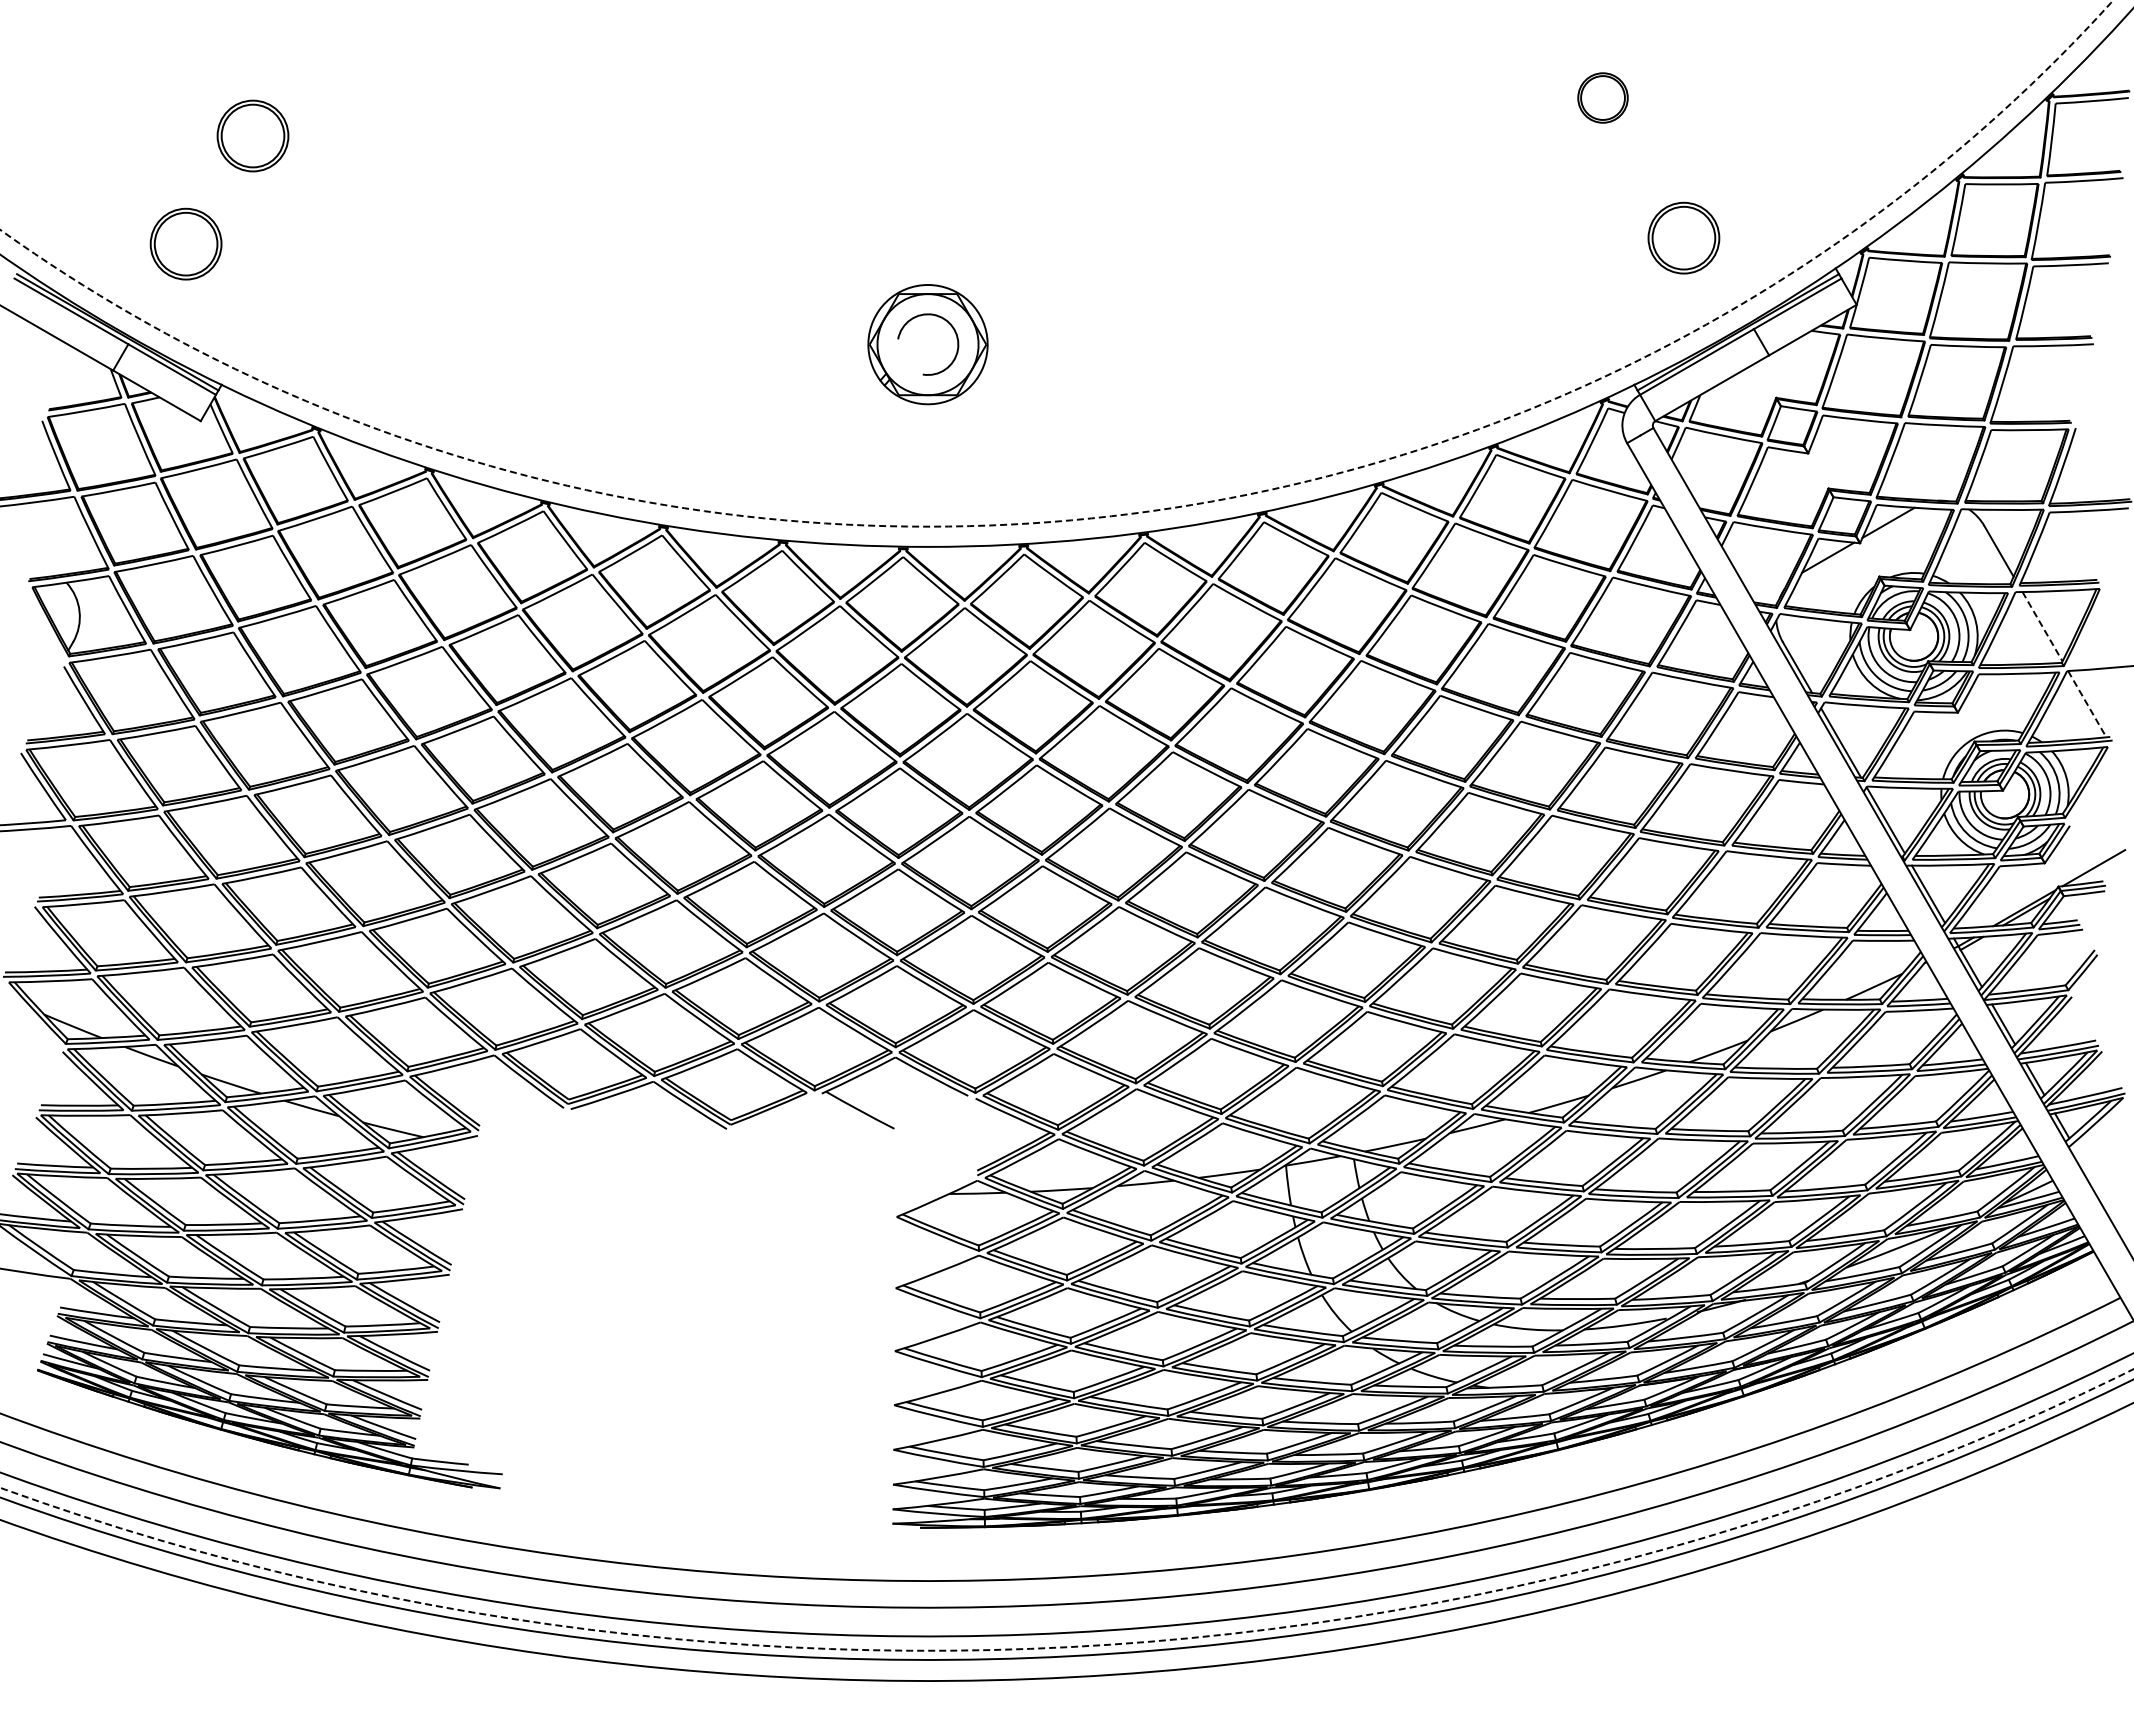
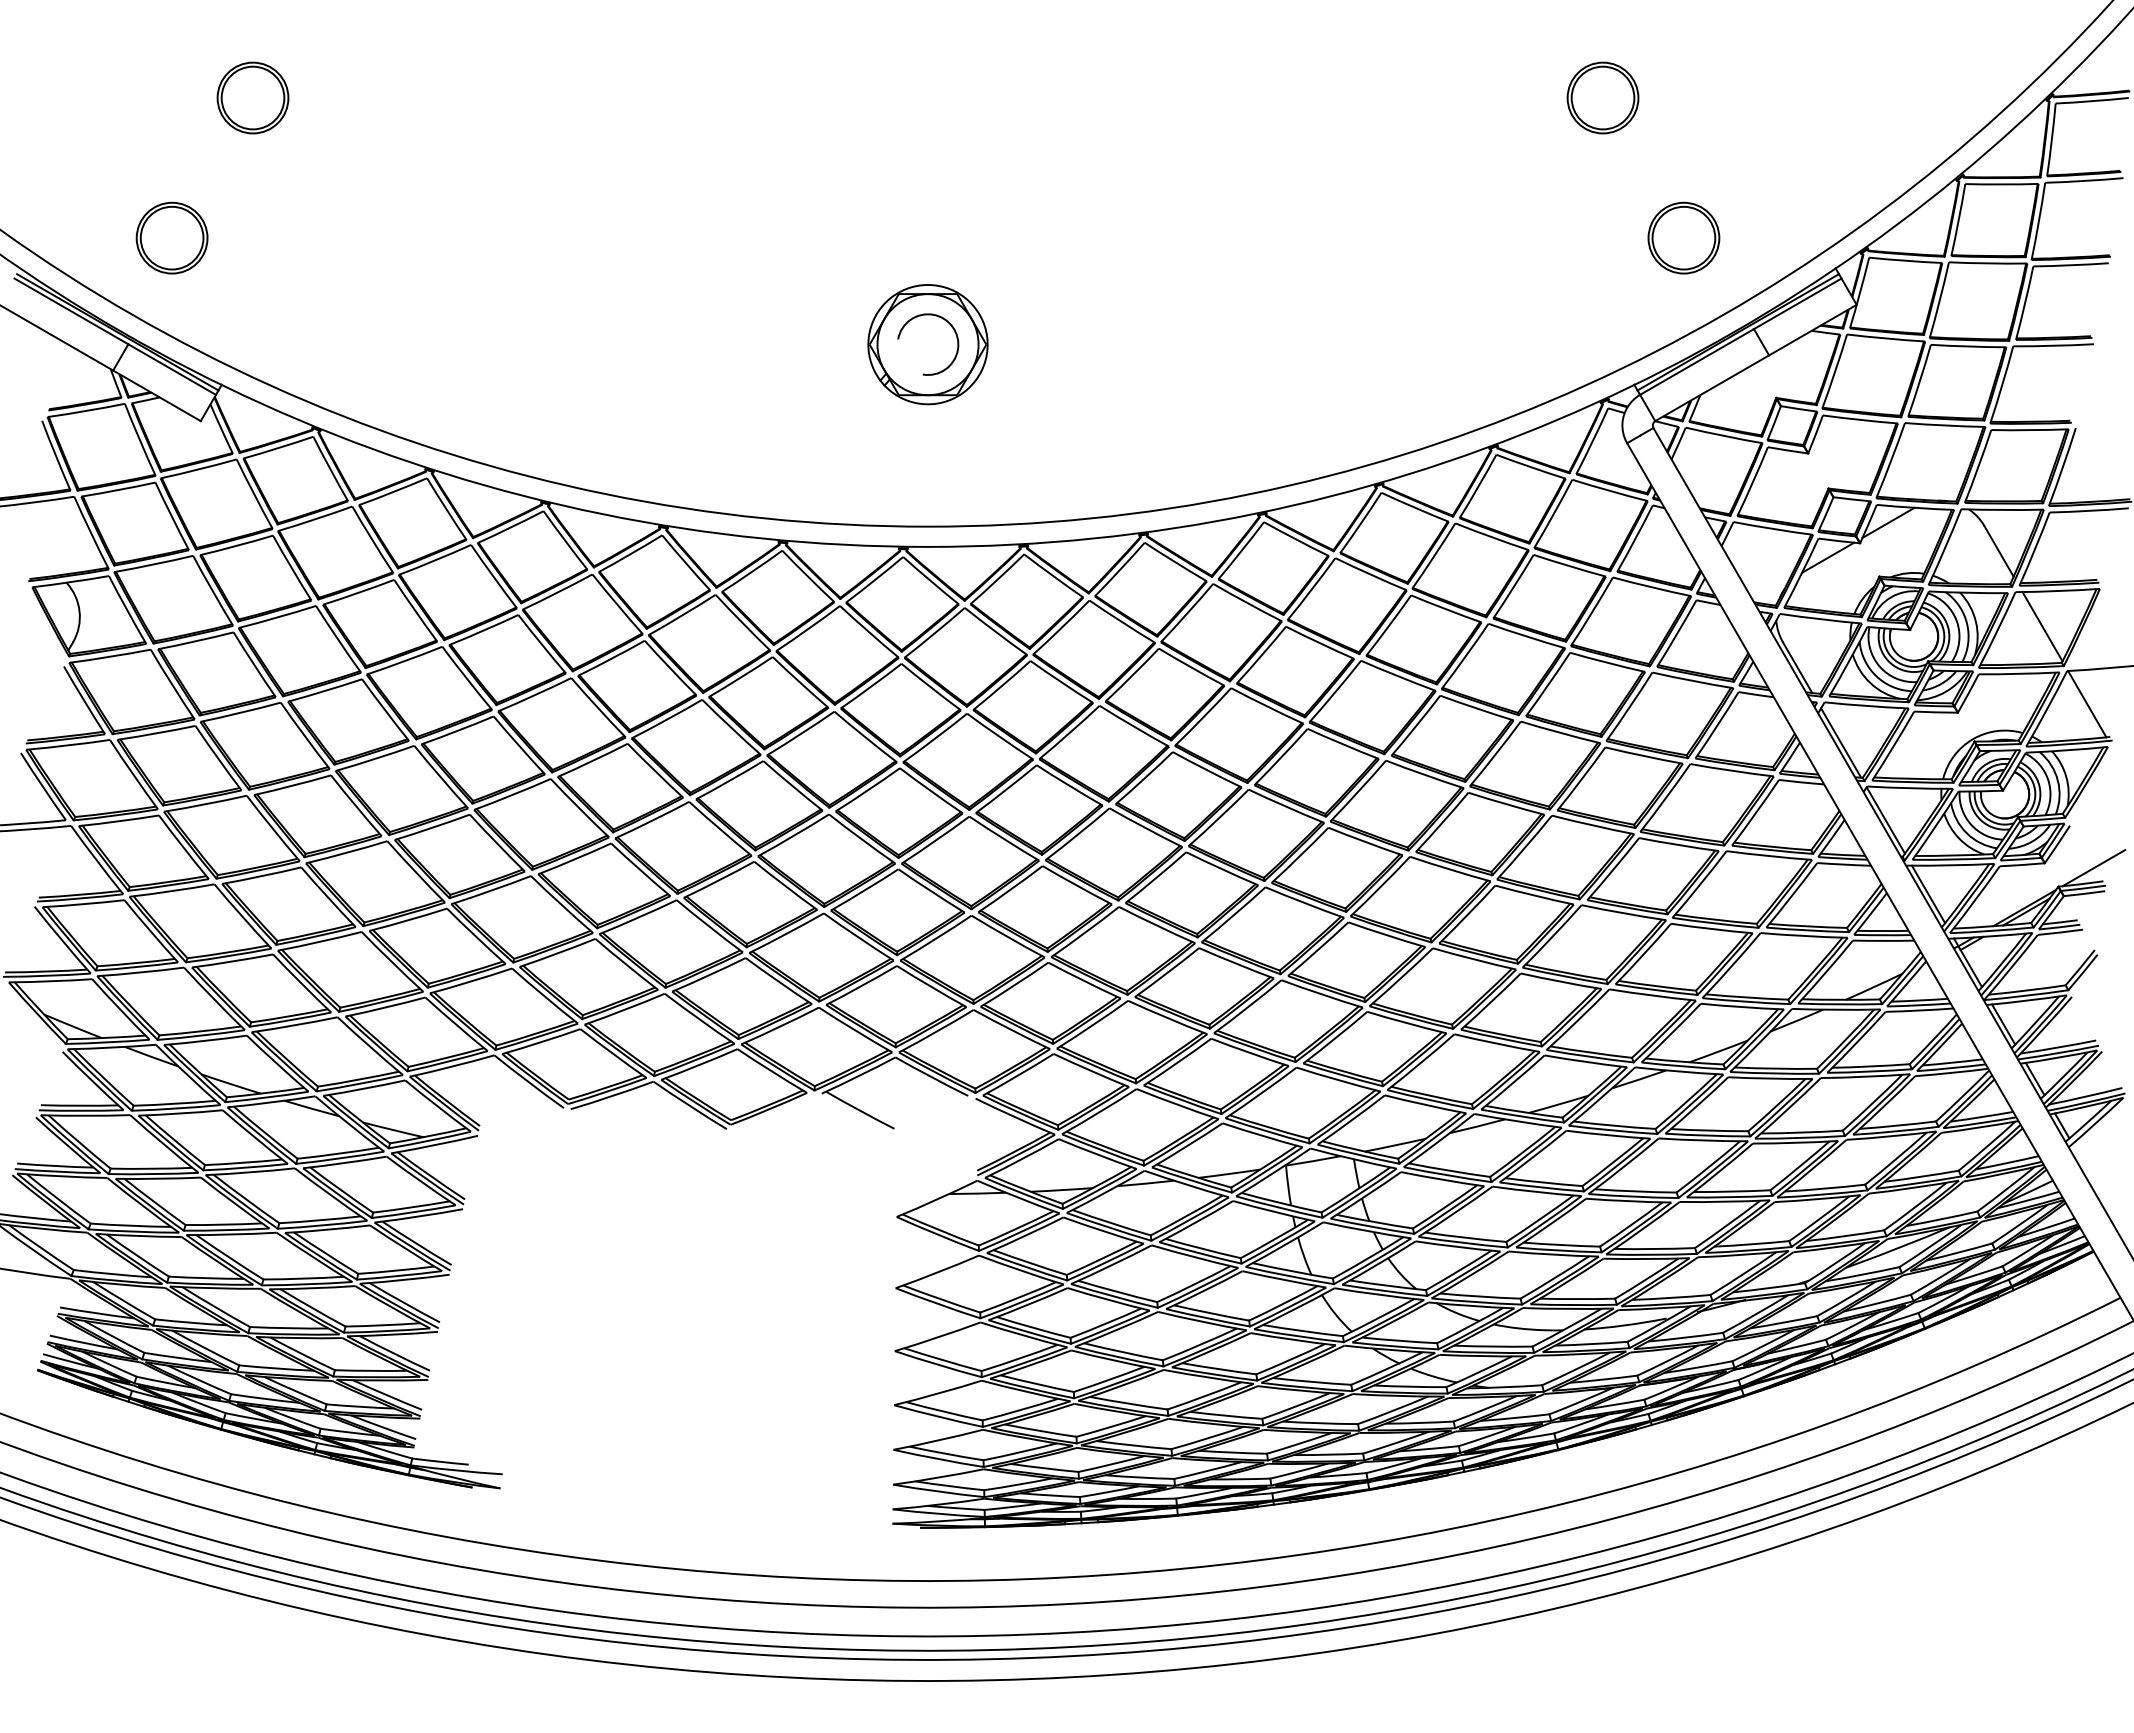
part at (1602, 97) size: 52x52 px -> 74x74 px
part at (252, 135) position: (252, 135) -> (252, 97)
part at (185, 243) position: (185, 243) -> (171, 237)
circle at (1056, 263): dashed -> solid
line at (2042, 627): dashed -> solid
line at (2087, 704): dashed -> solid
arc at (1079, 1646): dashed -> solid
